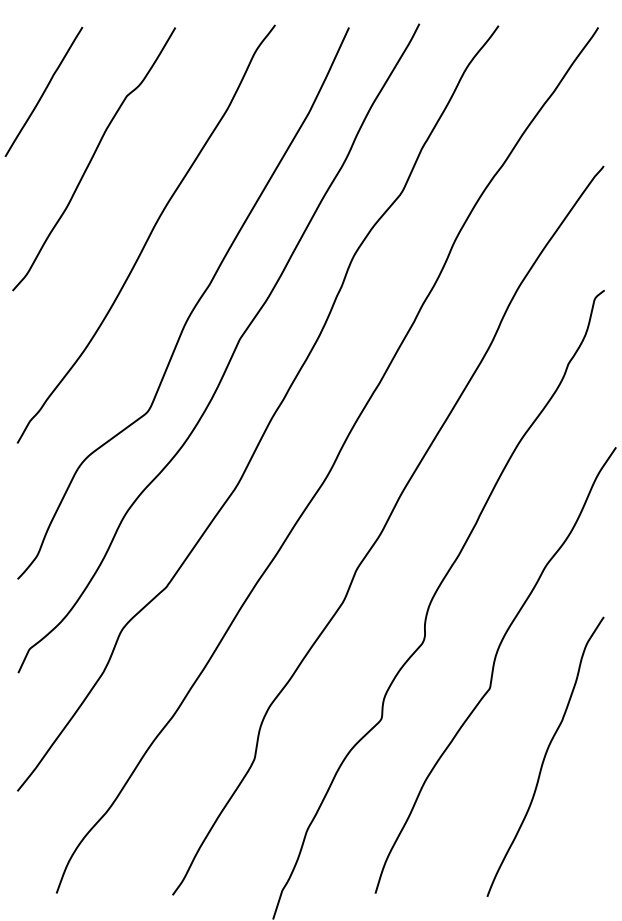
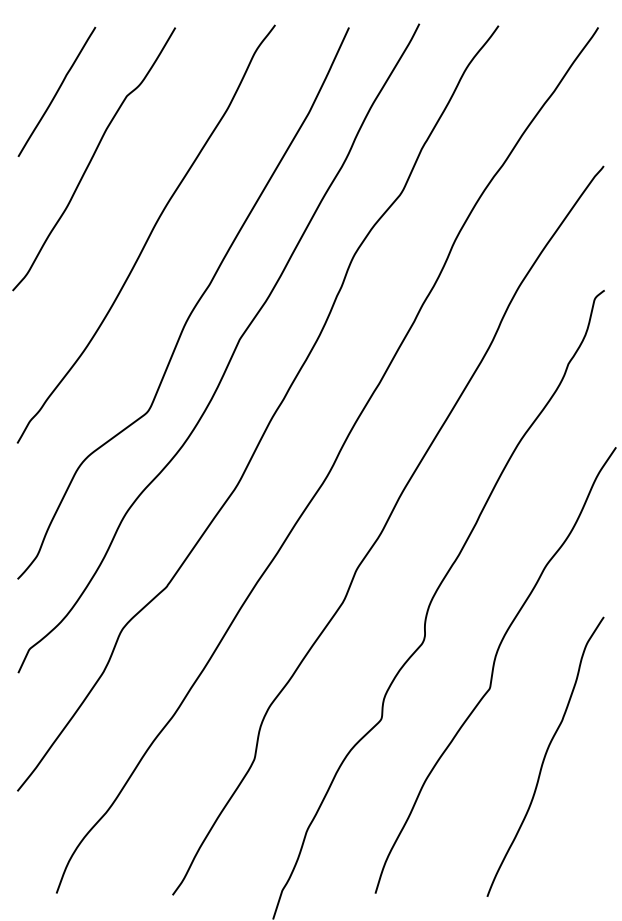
line at (43, 91) position: (43, 91) -> (56, 91)
